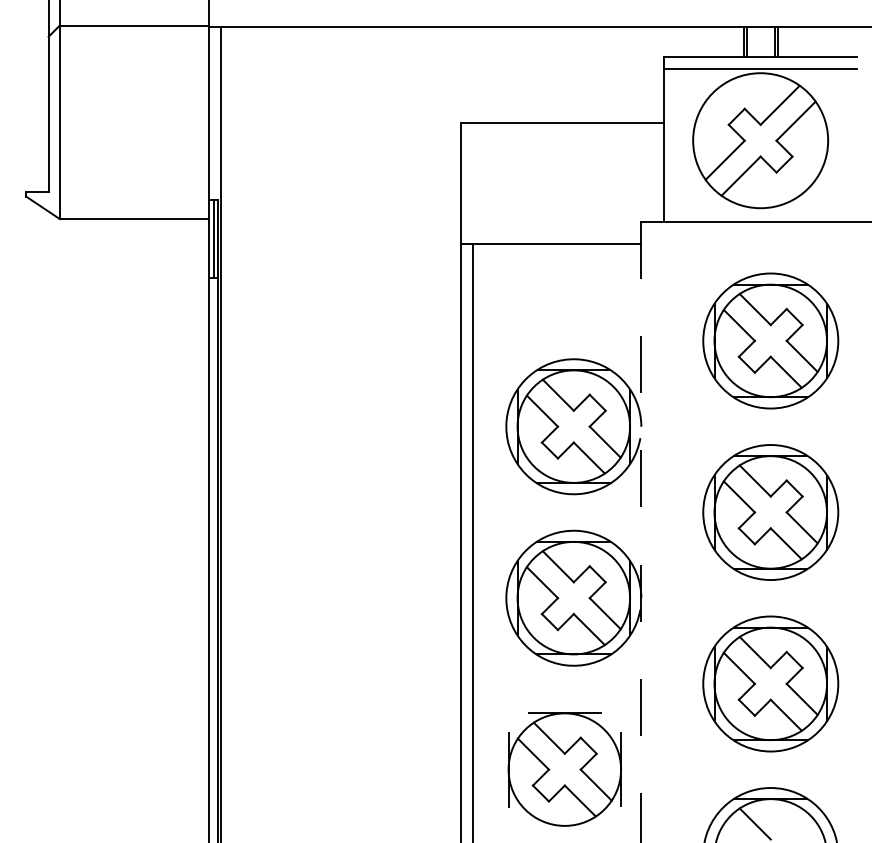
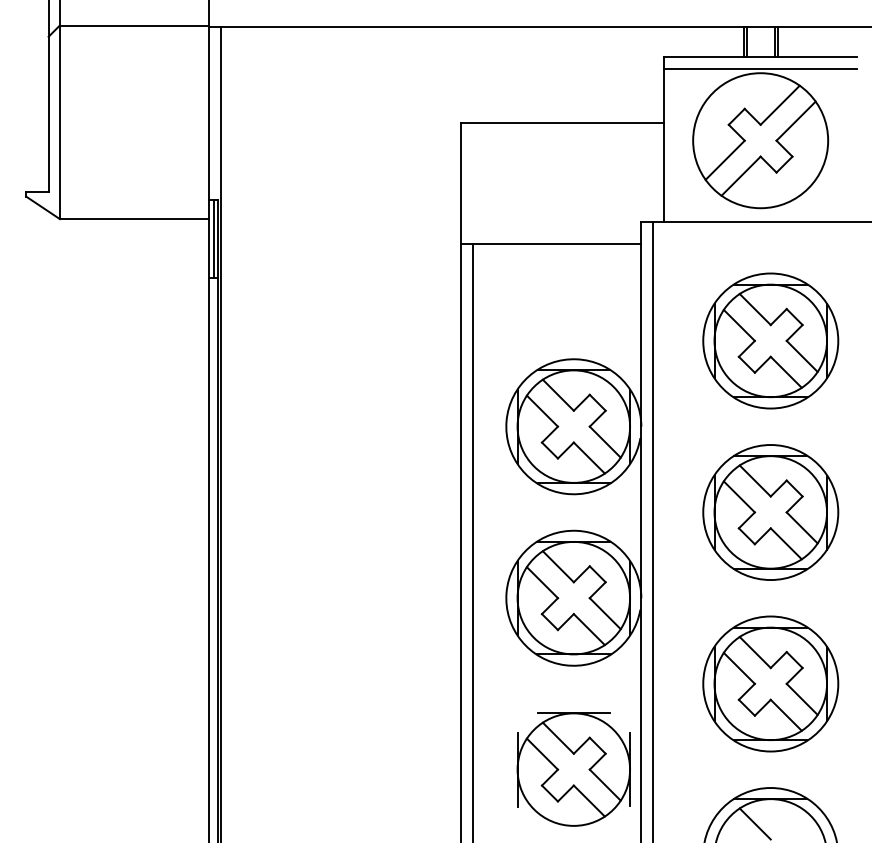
line at (652, 530): none -> present
line at (641, 532): dashed -> solid
part at (564, 769) position: (564, 769) -> (573, 769)
